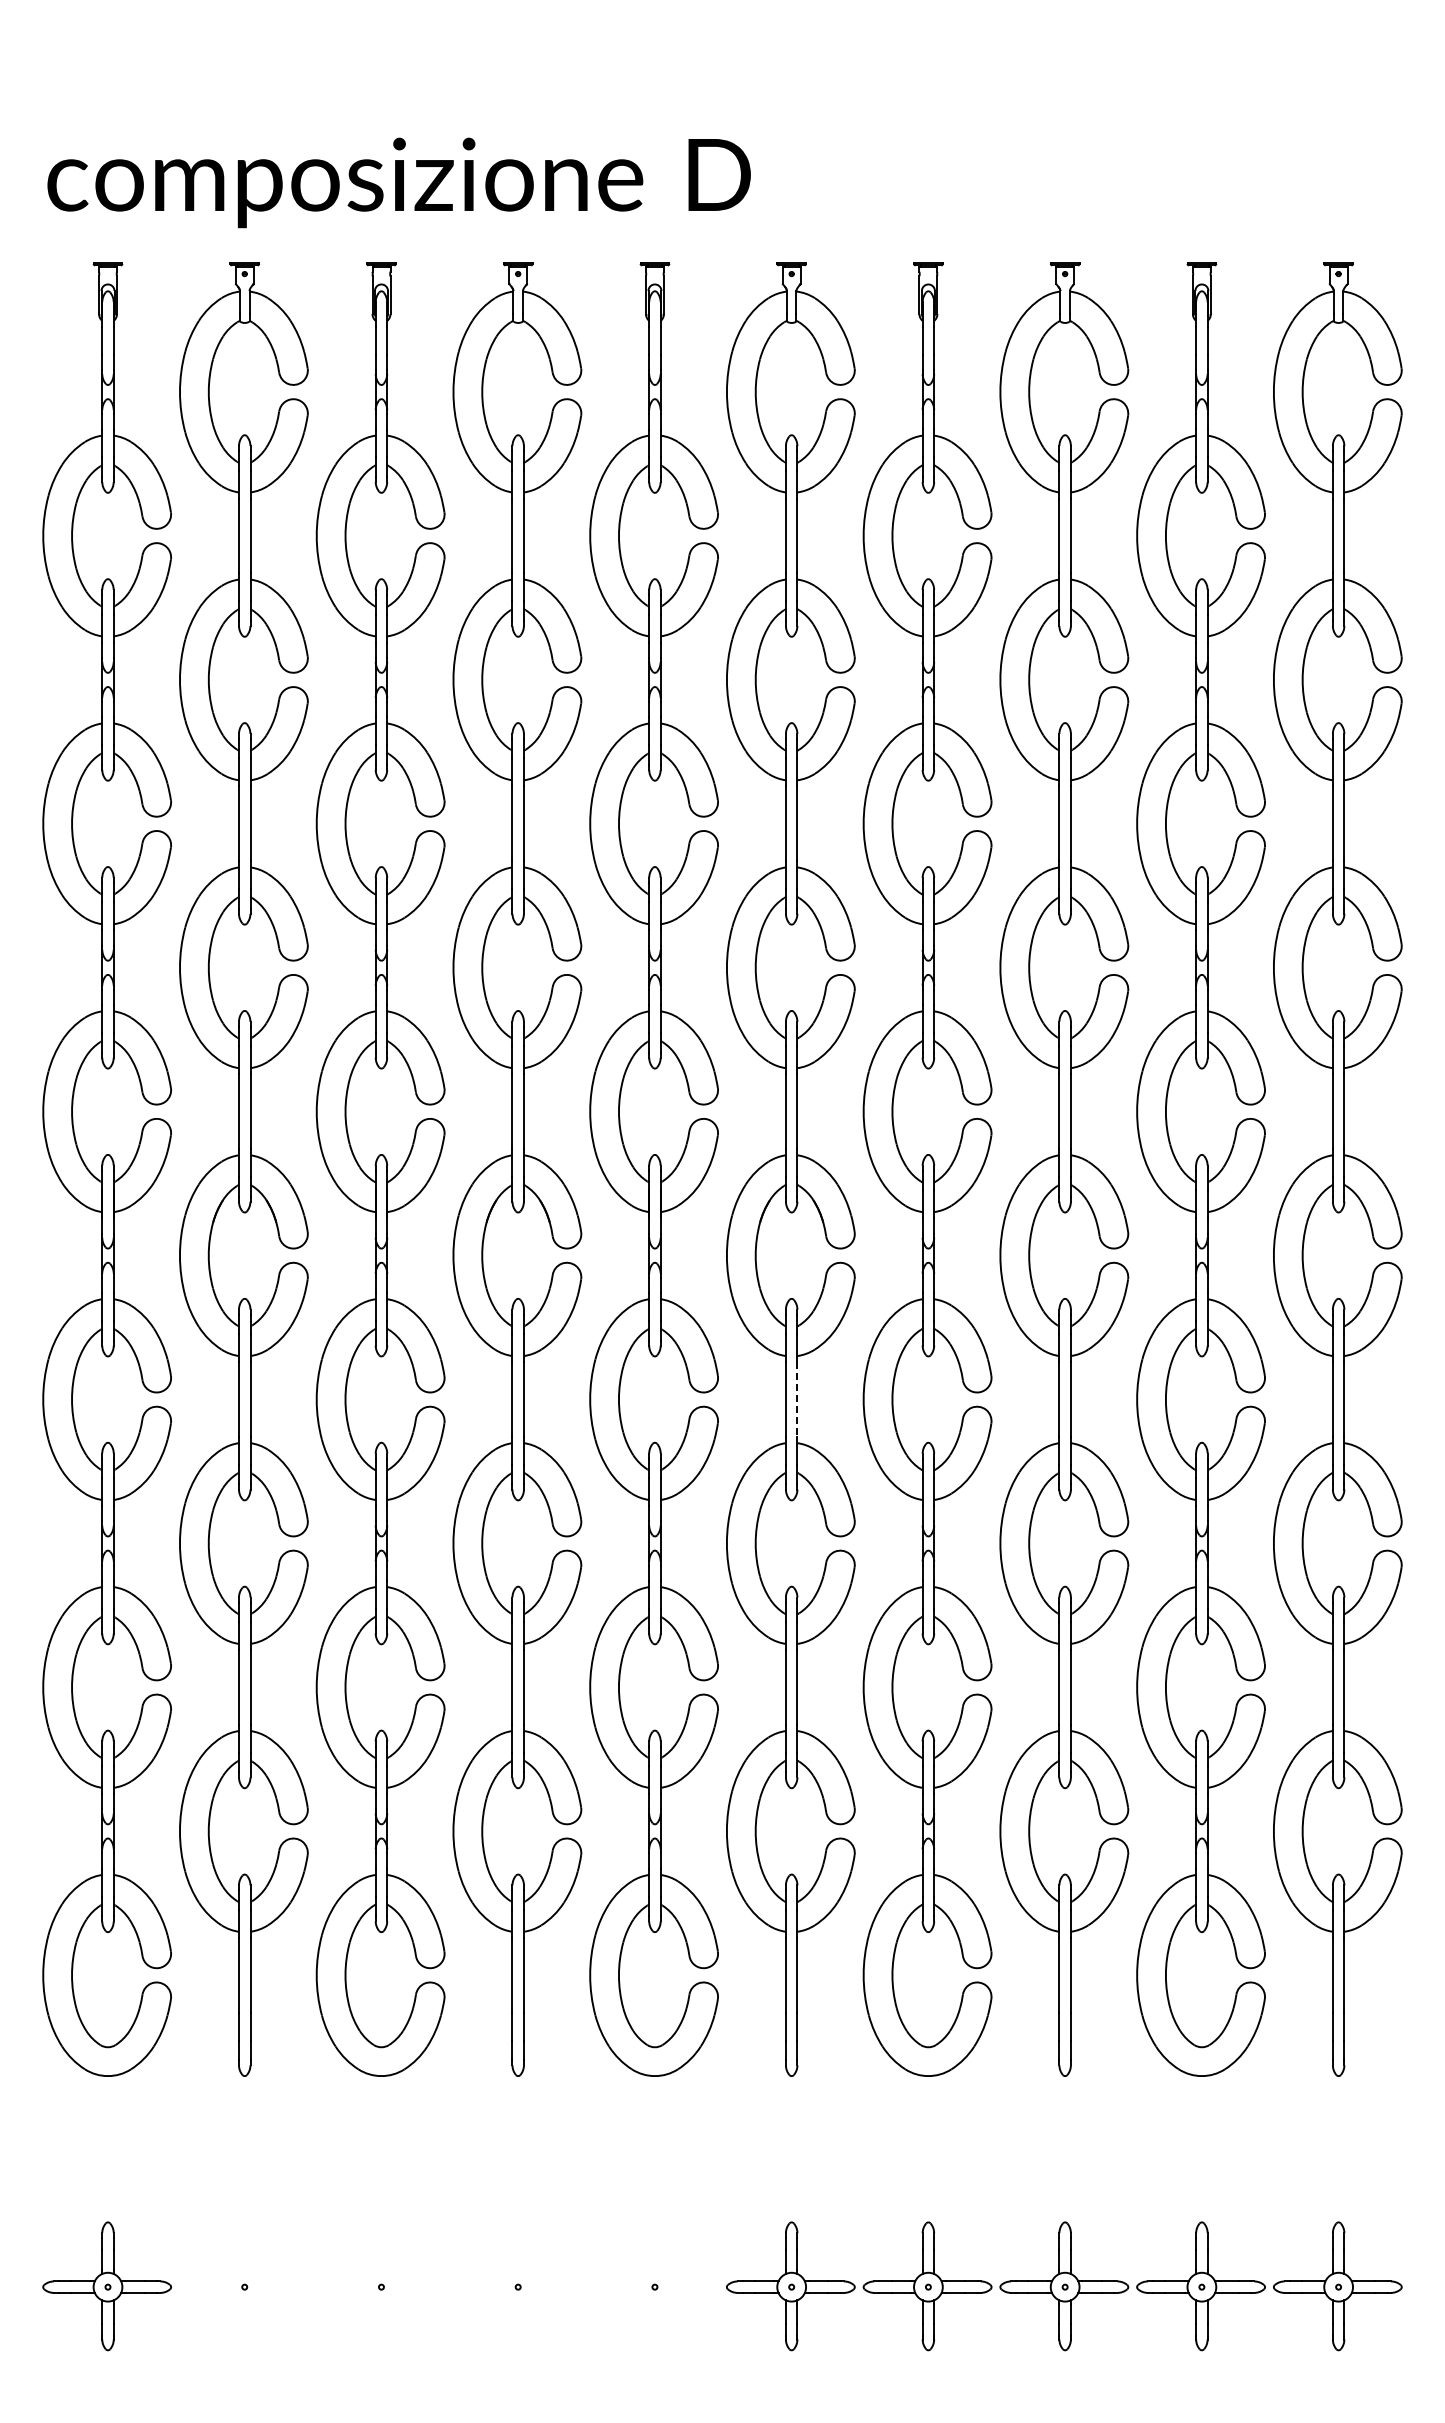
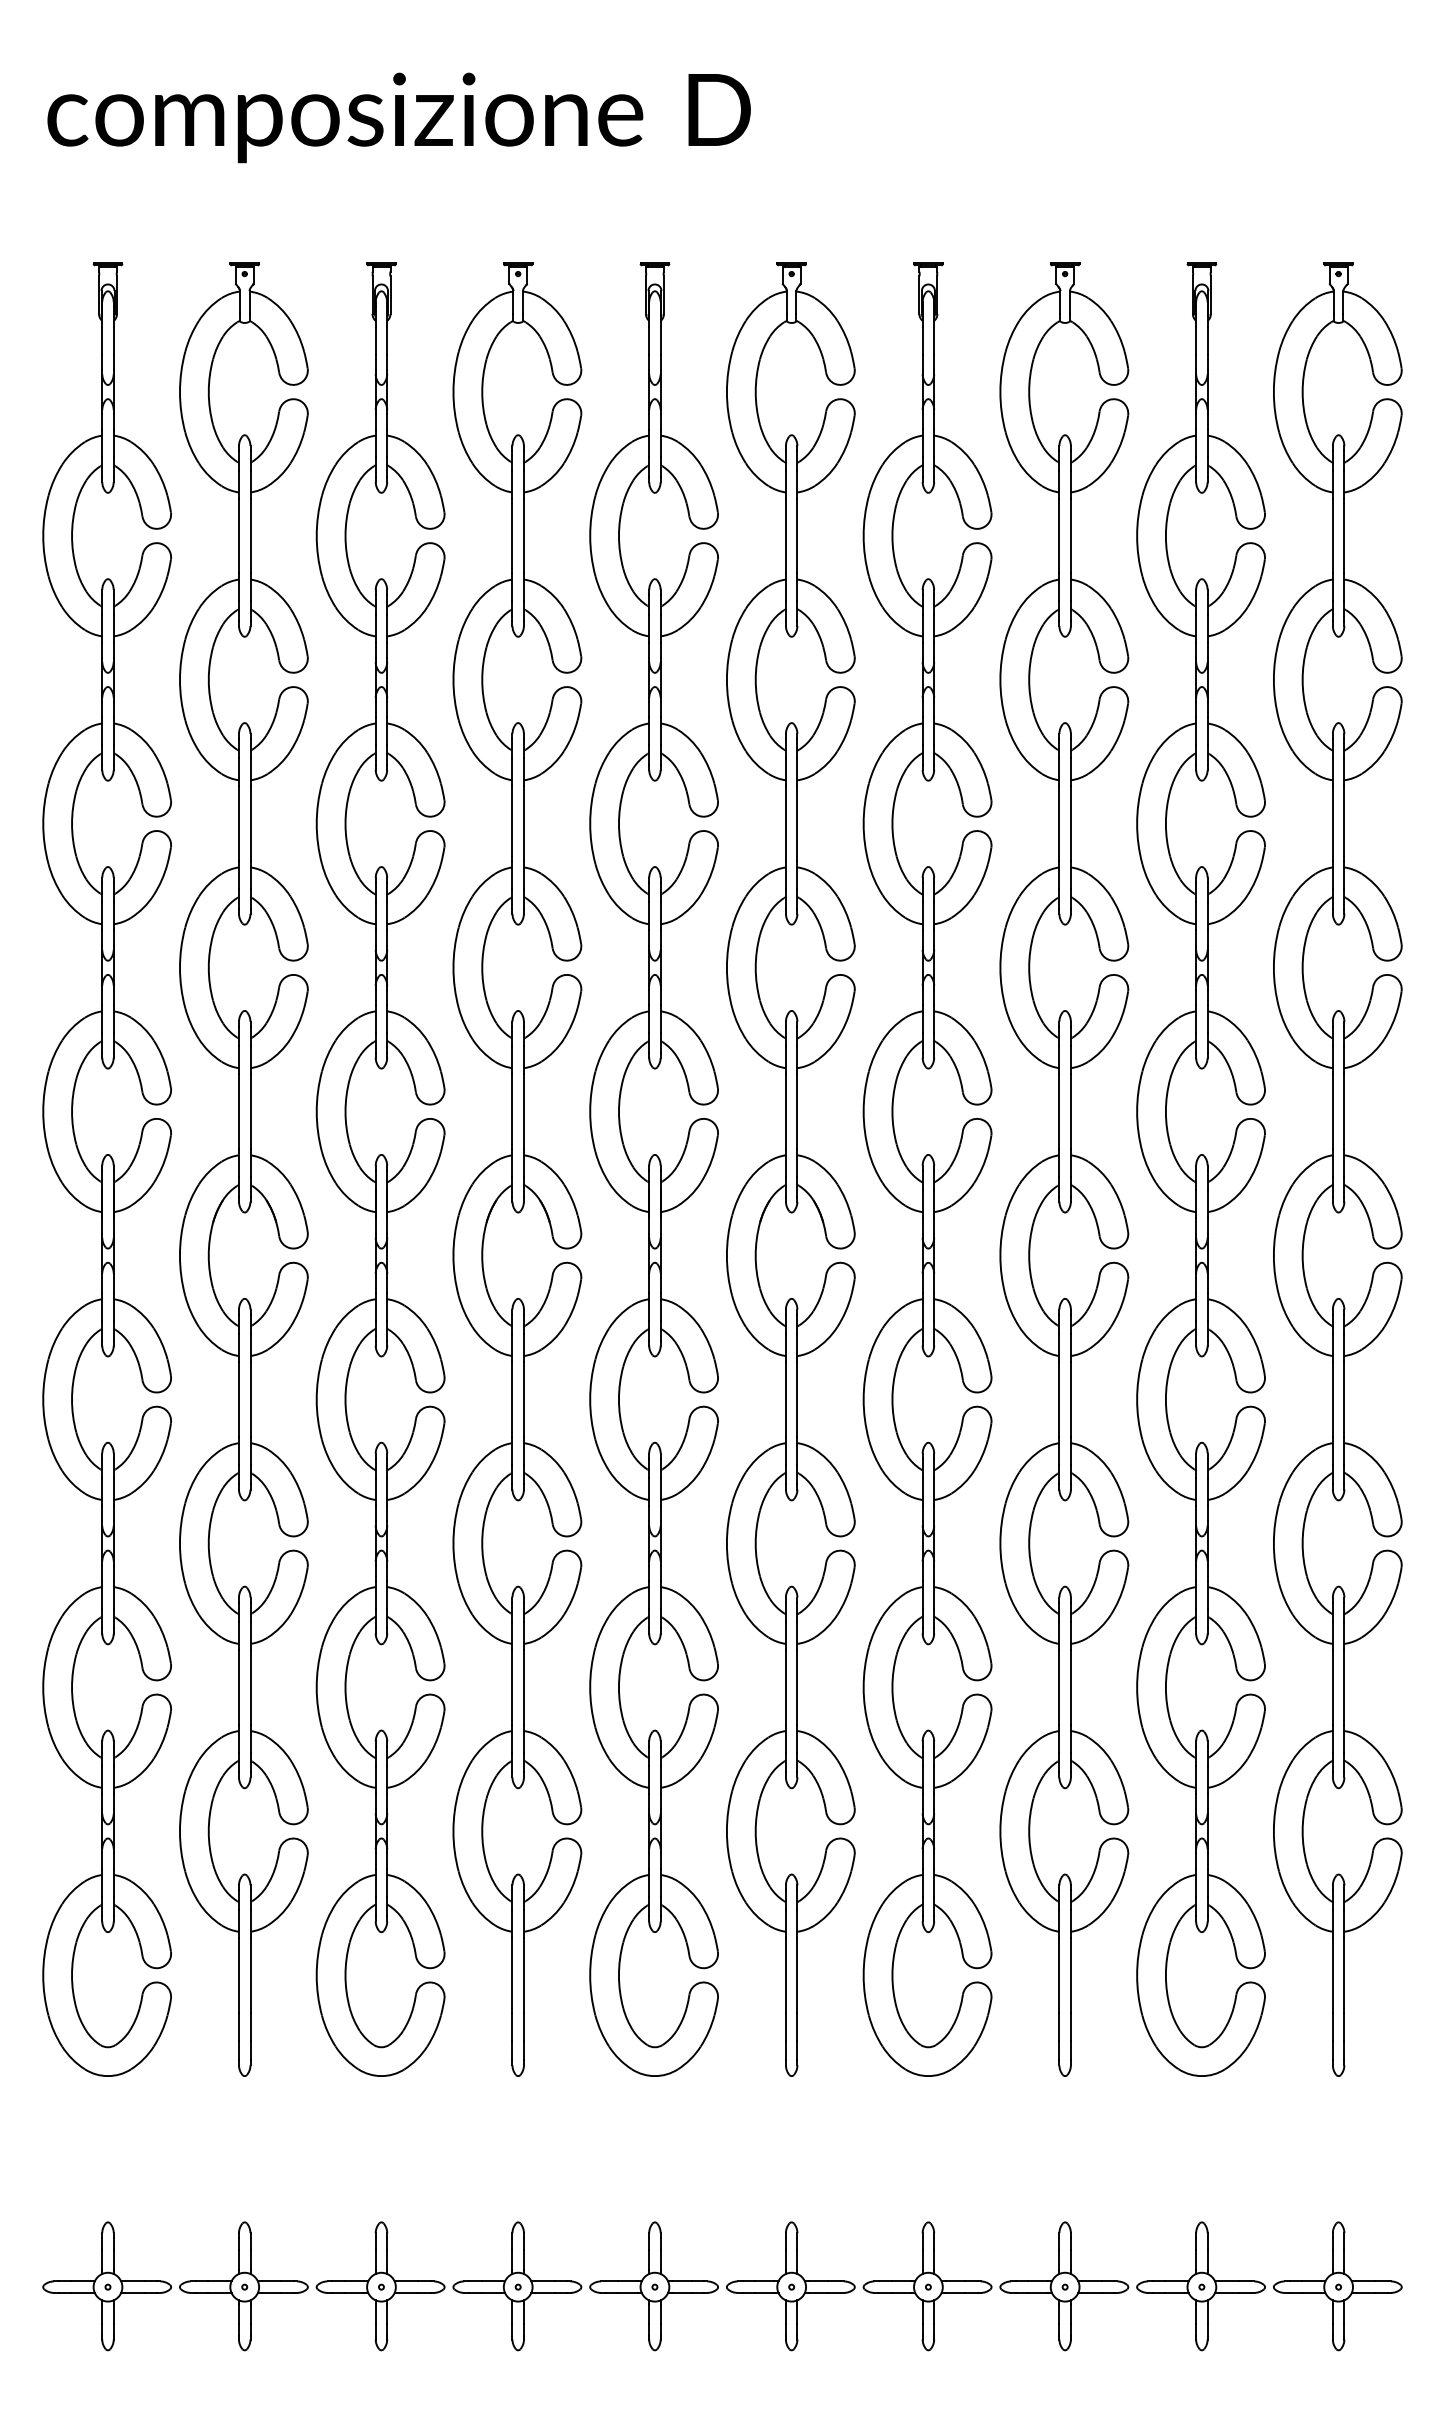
text at (398, 182) position: (398, 182) -> (398, 117)
line at (797, 1400): dashed -> solid
part at (448, 2286): none -> present
